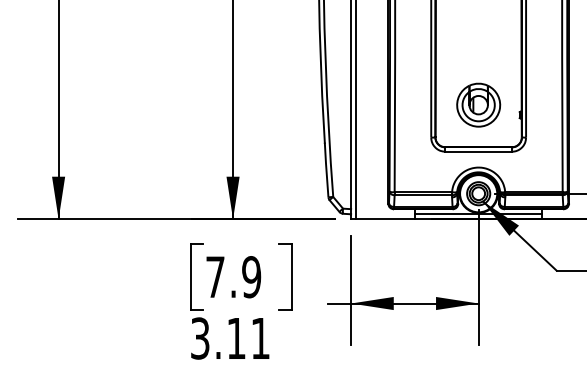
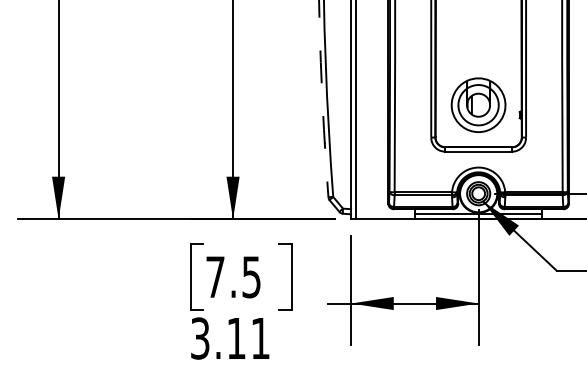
arc at (322, 99): solid -> dashed
part at (478, 104) size: 46x46 px -> 57x56 px
text at (251, 277): 7.9 -> 7.5
